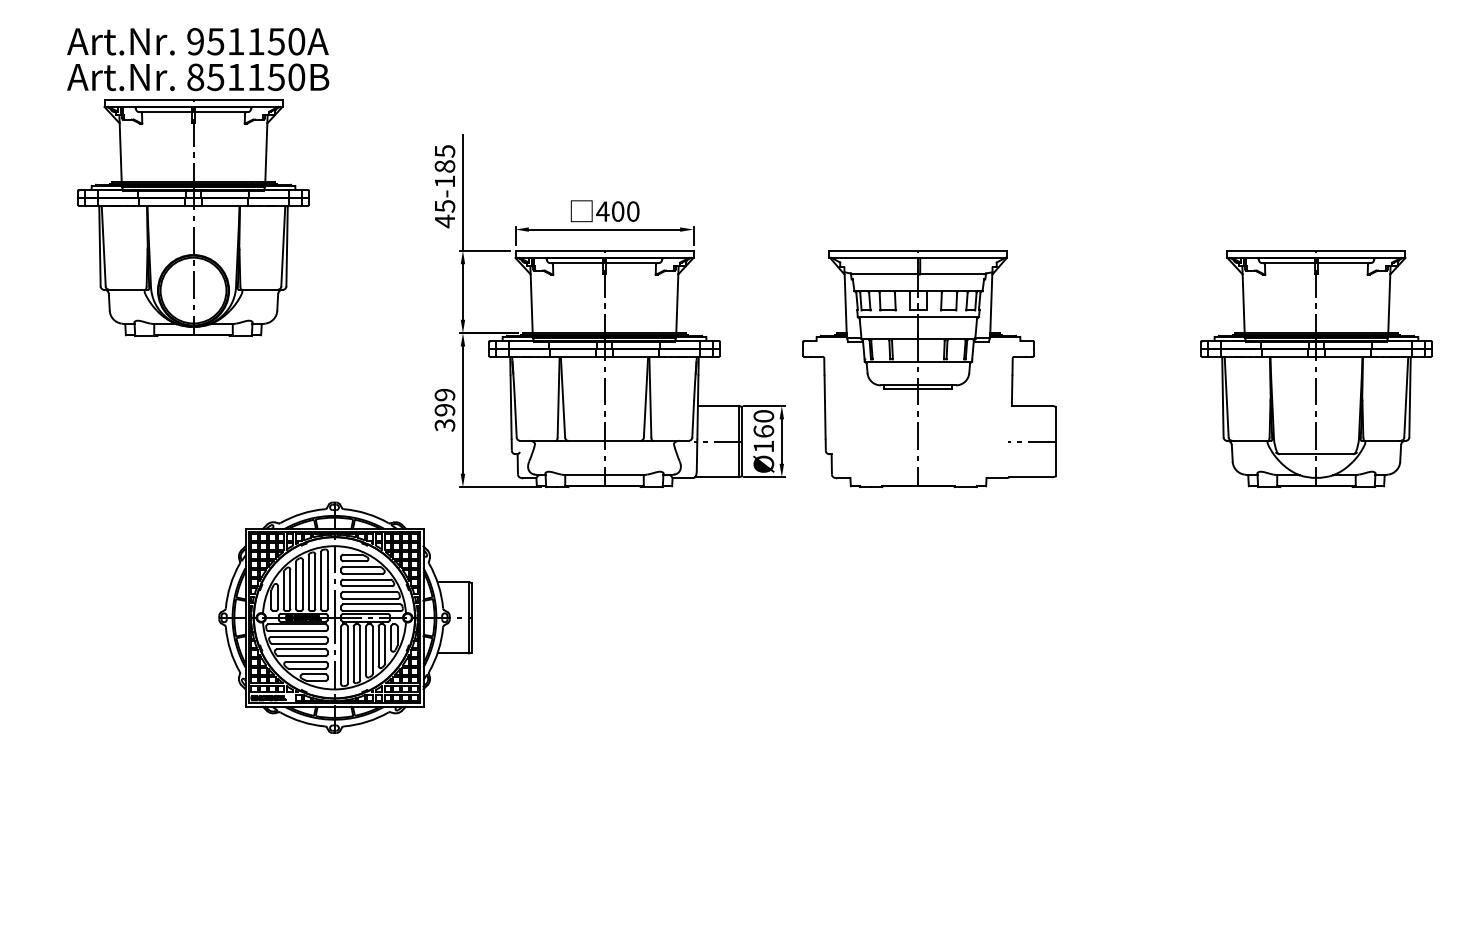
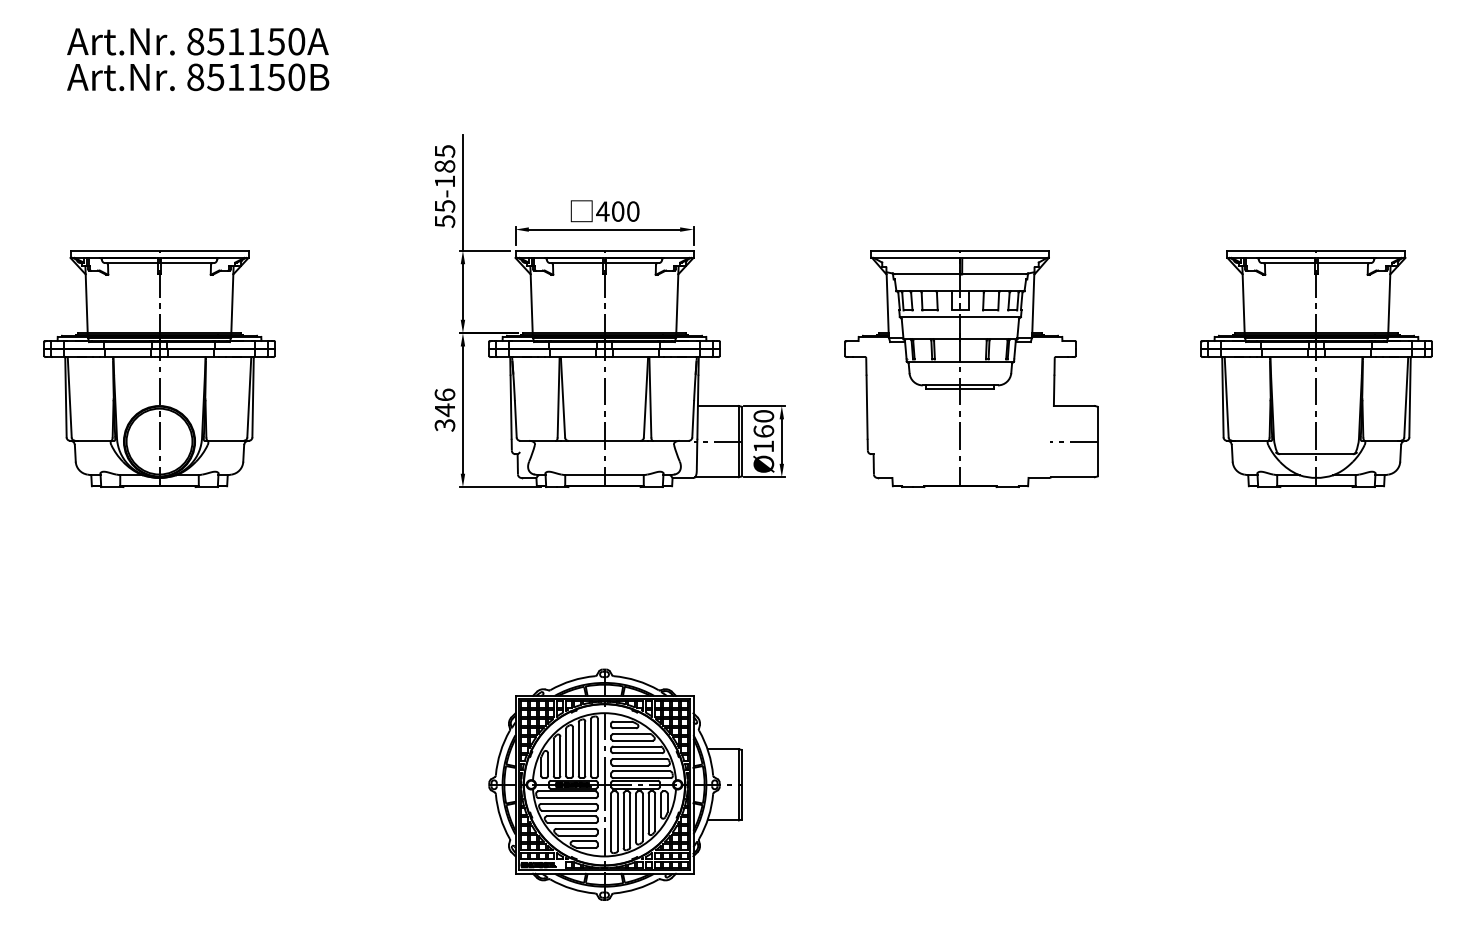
text at (195, 41): 951150A -> 851150A
part at (193, 217) position: (193, 217) -> (159, 368)
text at (445, 221): 45-185 -> 55-185
part at (929, 368) position: (929, 368) -> (971, 368)
text at (444, 402): 399 -> 346
part at (345, 617) position: (345, 617) -> (615, 784)
